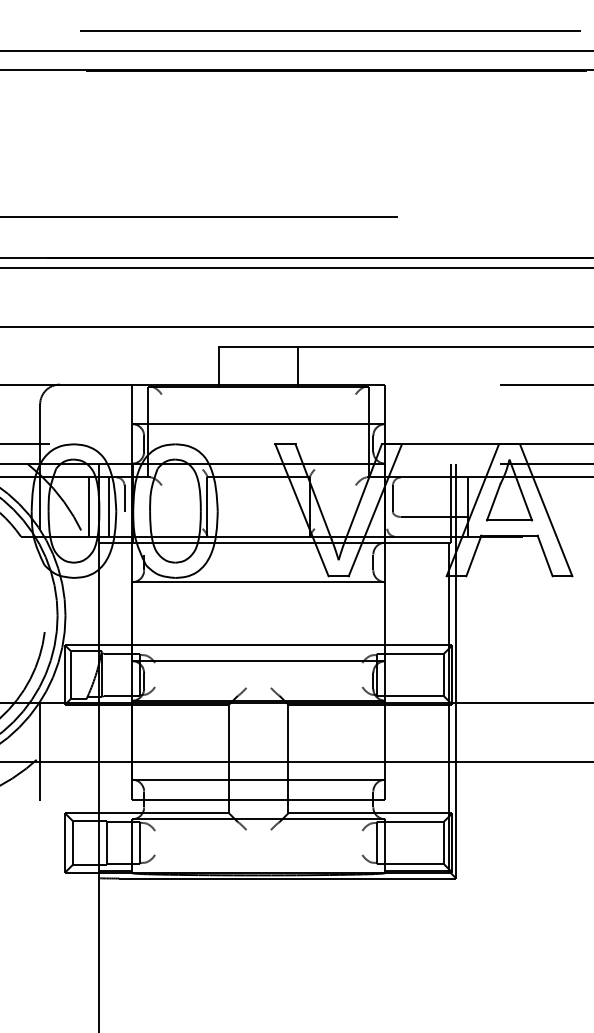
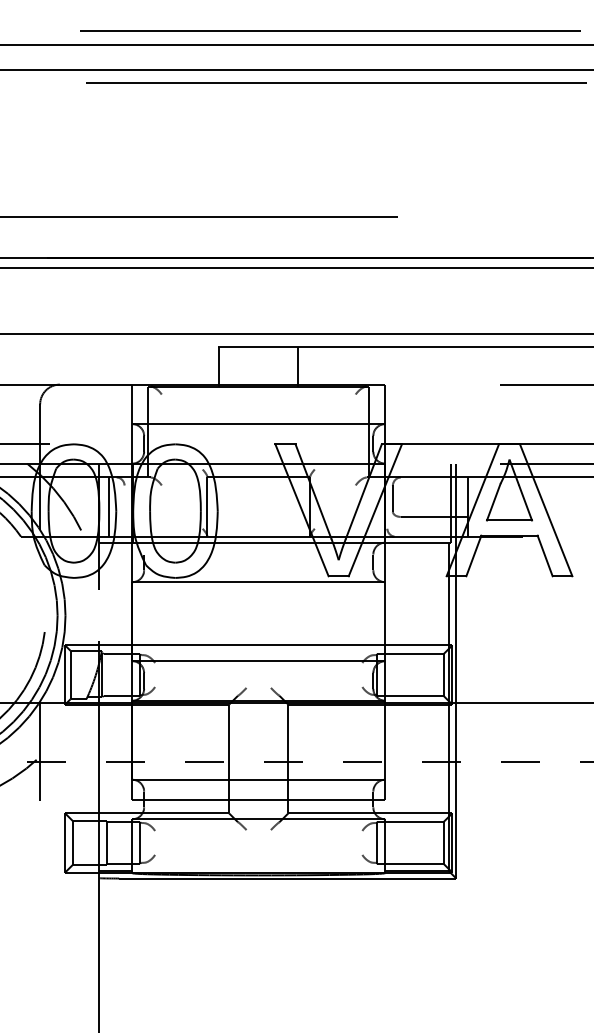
line at (296, 50) position: (296, 50) -> (296, 44)
line at (296, 70) position: (296, 70) -> (296, 82)
line at (296, 327) position: (296, 327) -> (296, 334)
line at (124, 498): present -> none
line at (88, 506): present -> none
line at (99, 615): present -> none
line at (296, 761): solid -> dashed
